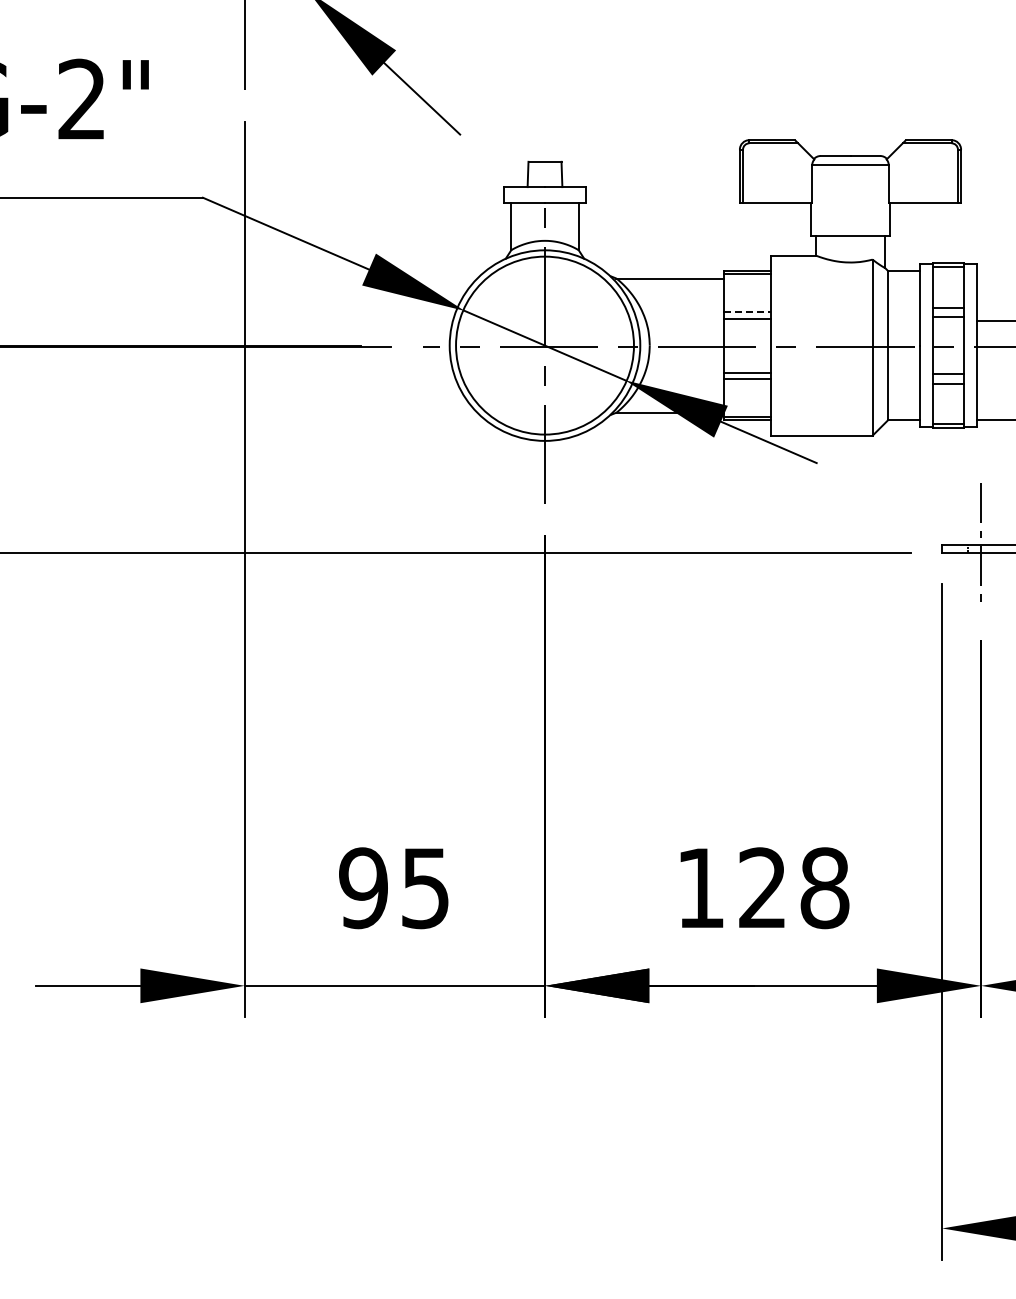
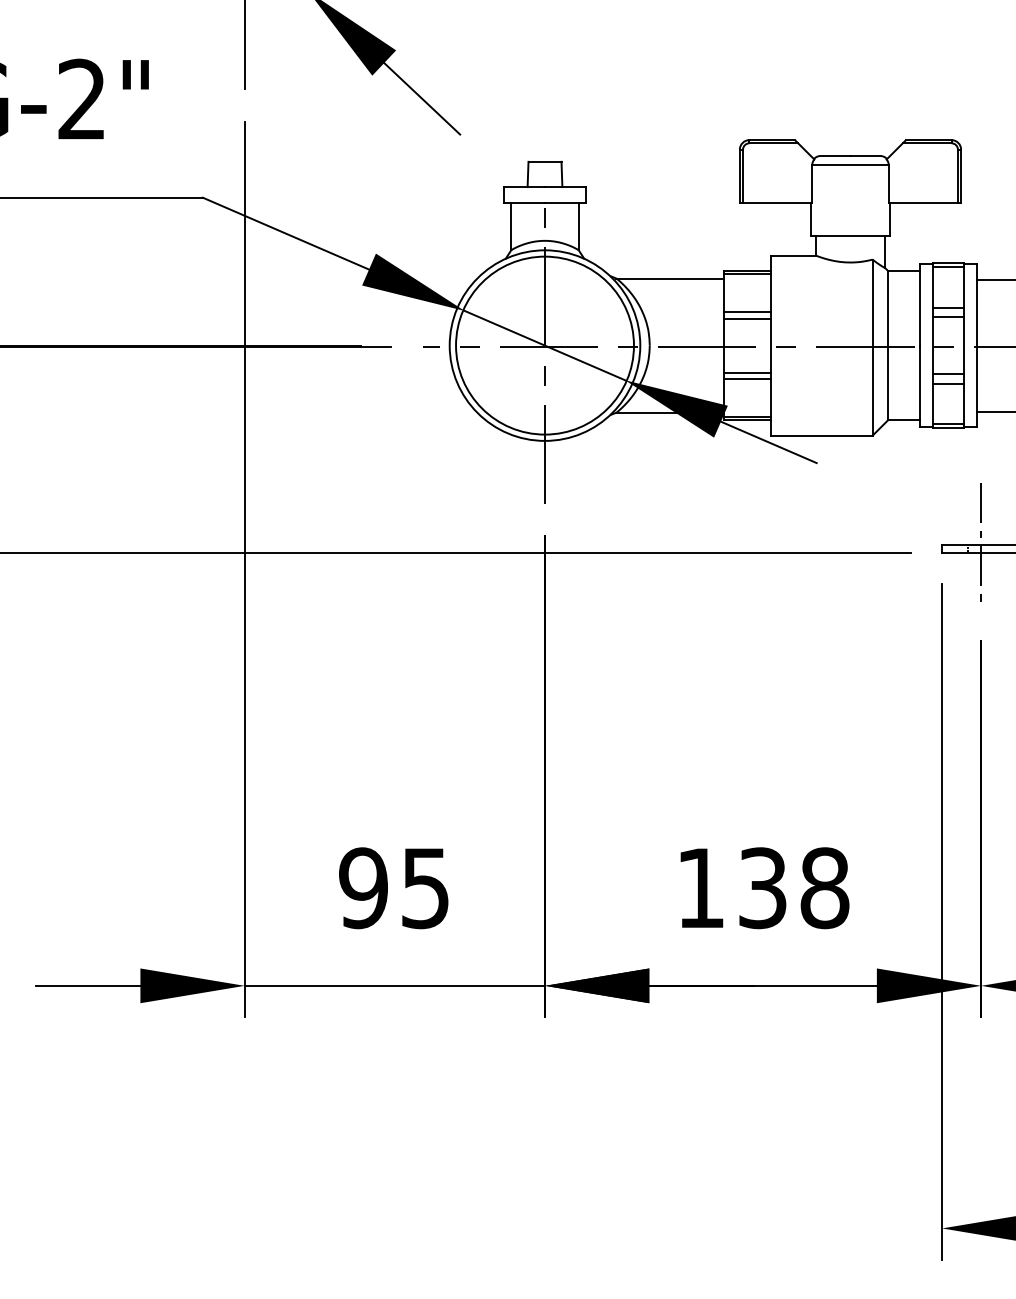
line at (747, 312): dashed -> solid
line at (994, 320) position: (994, 320) -> (994, 279)
line at (994, 419) position: (994, 419) -> (994, 411)
text at (762, 888): 128 -> 138
